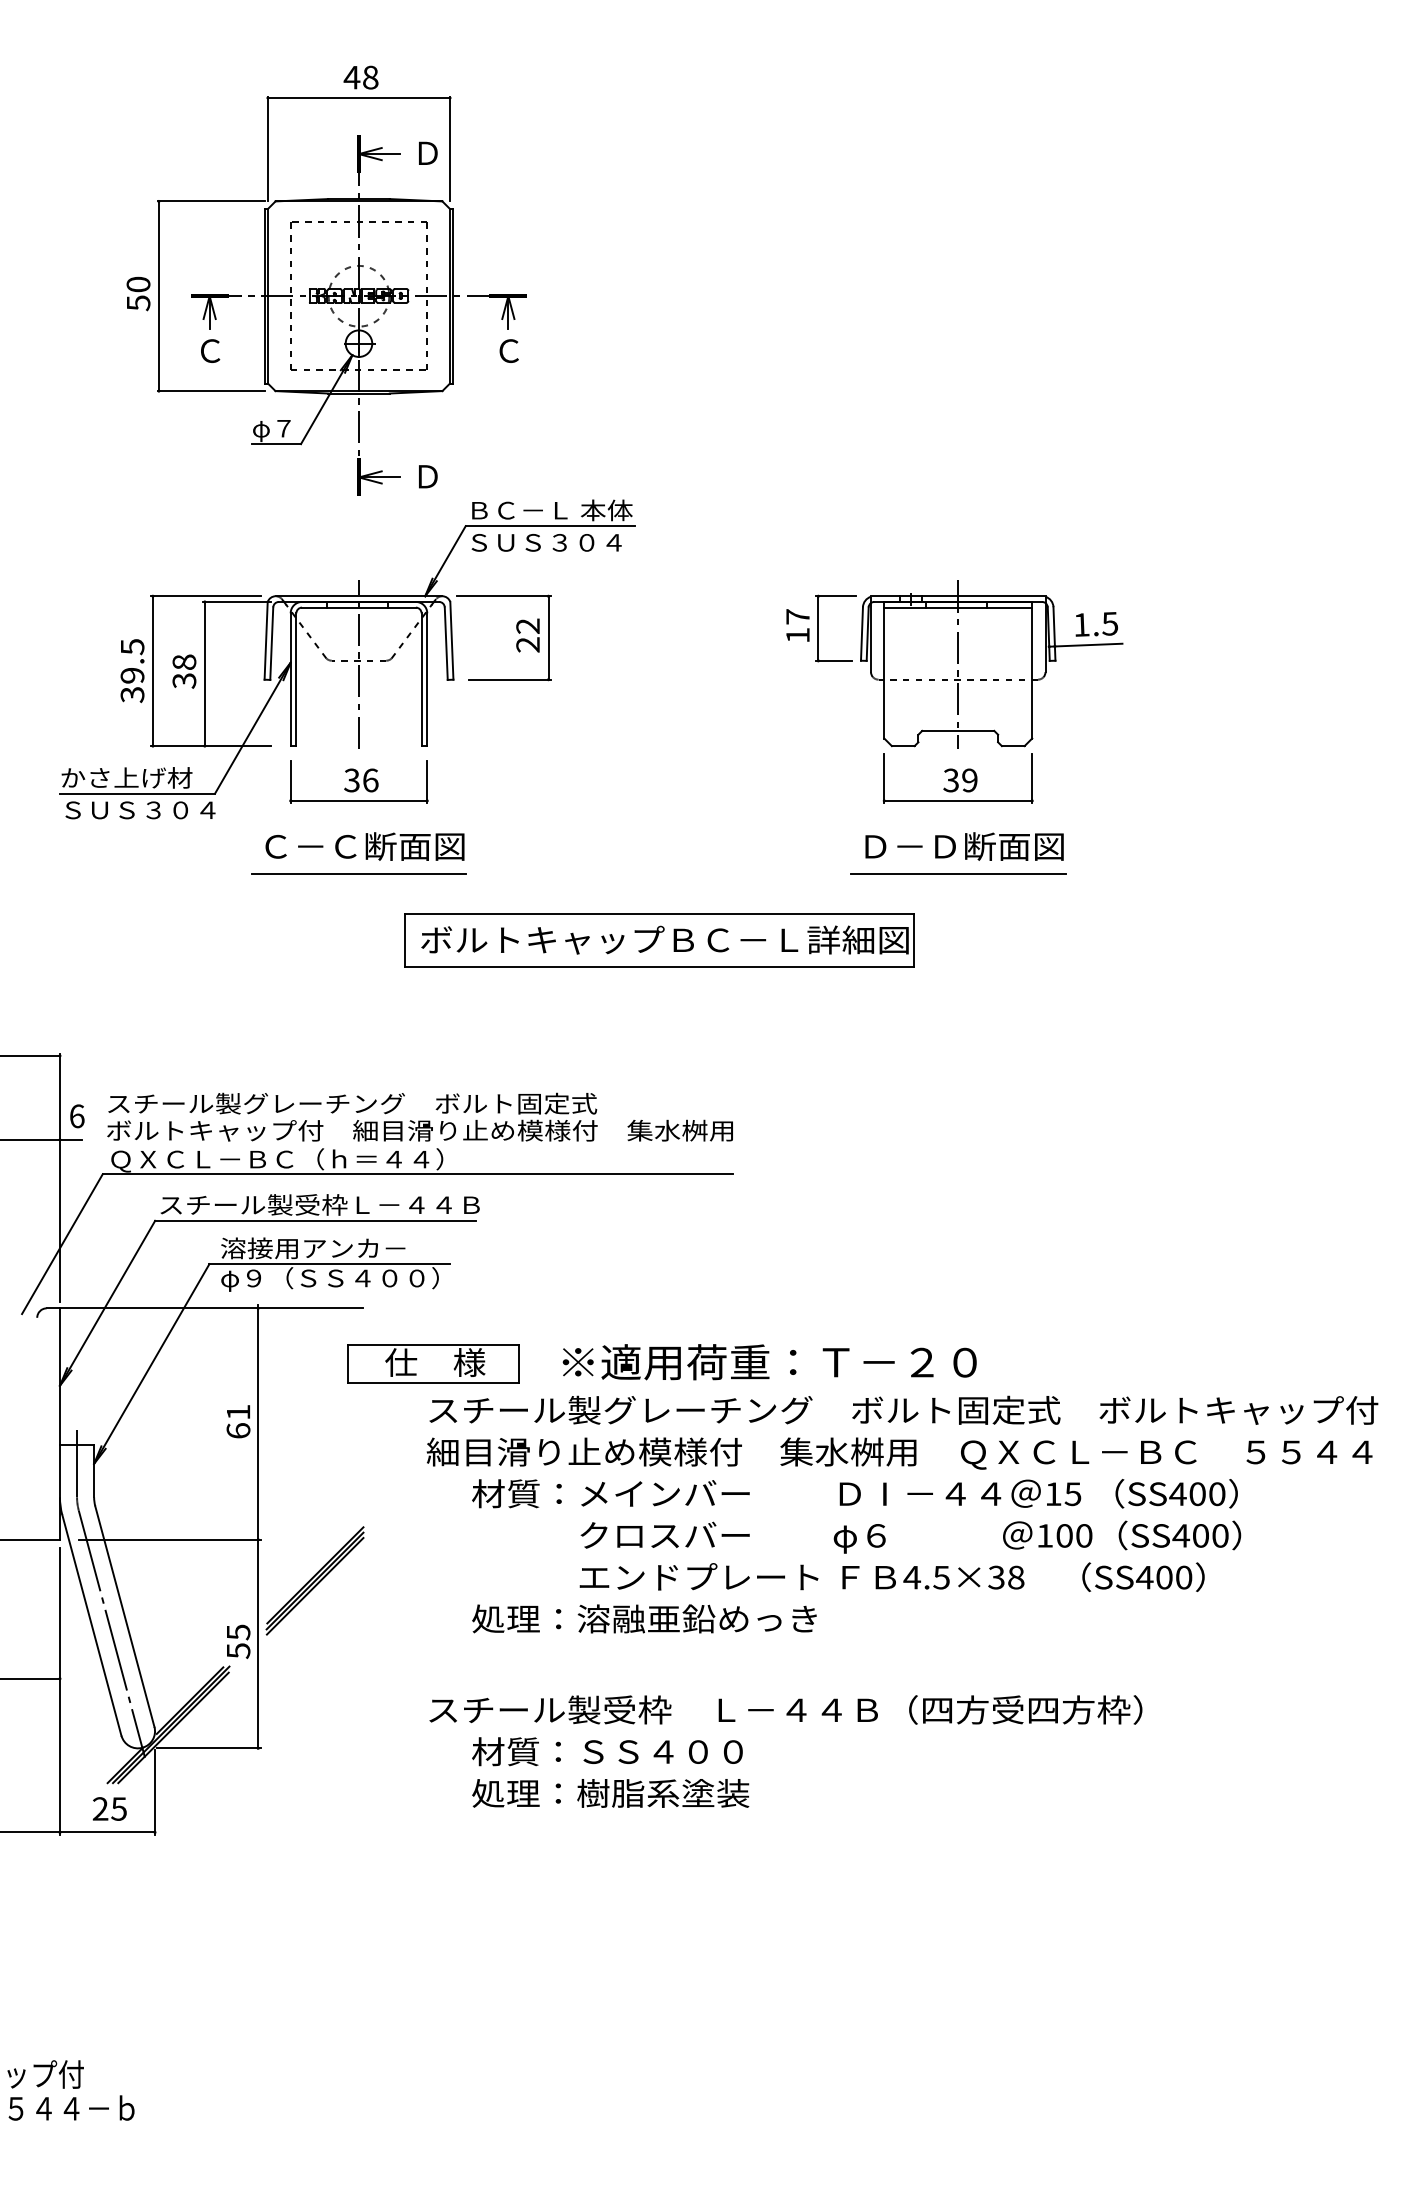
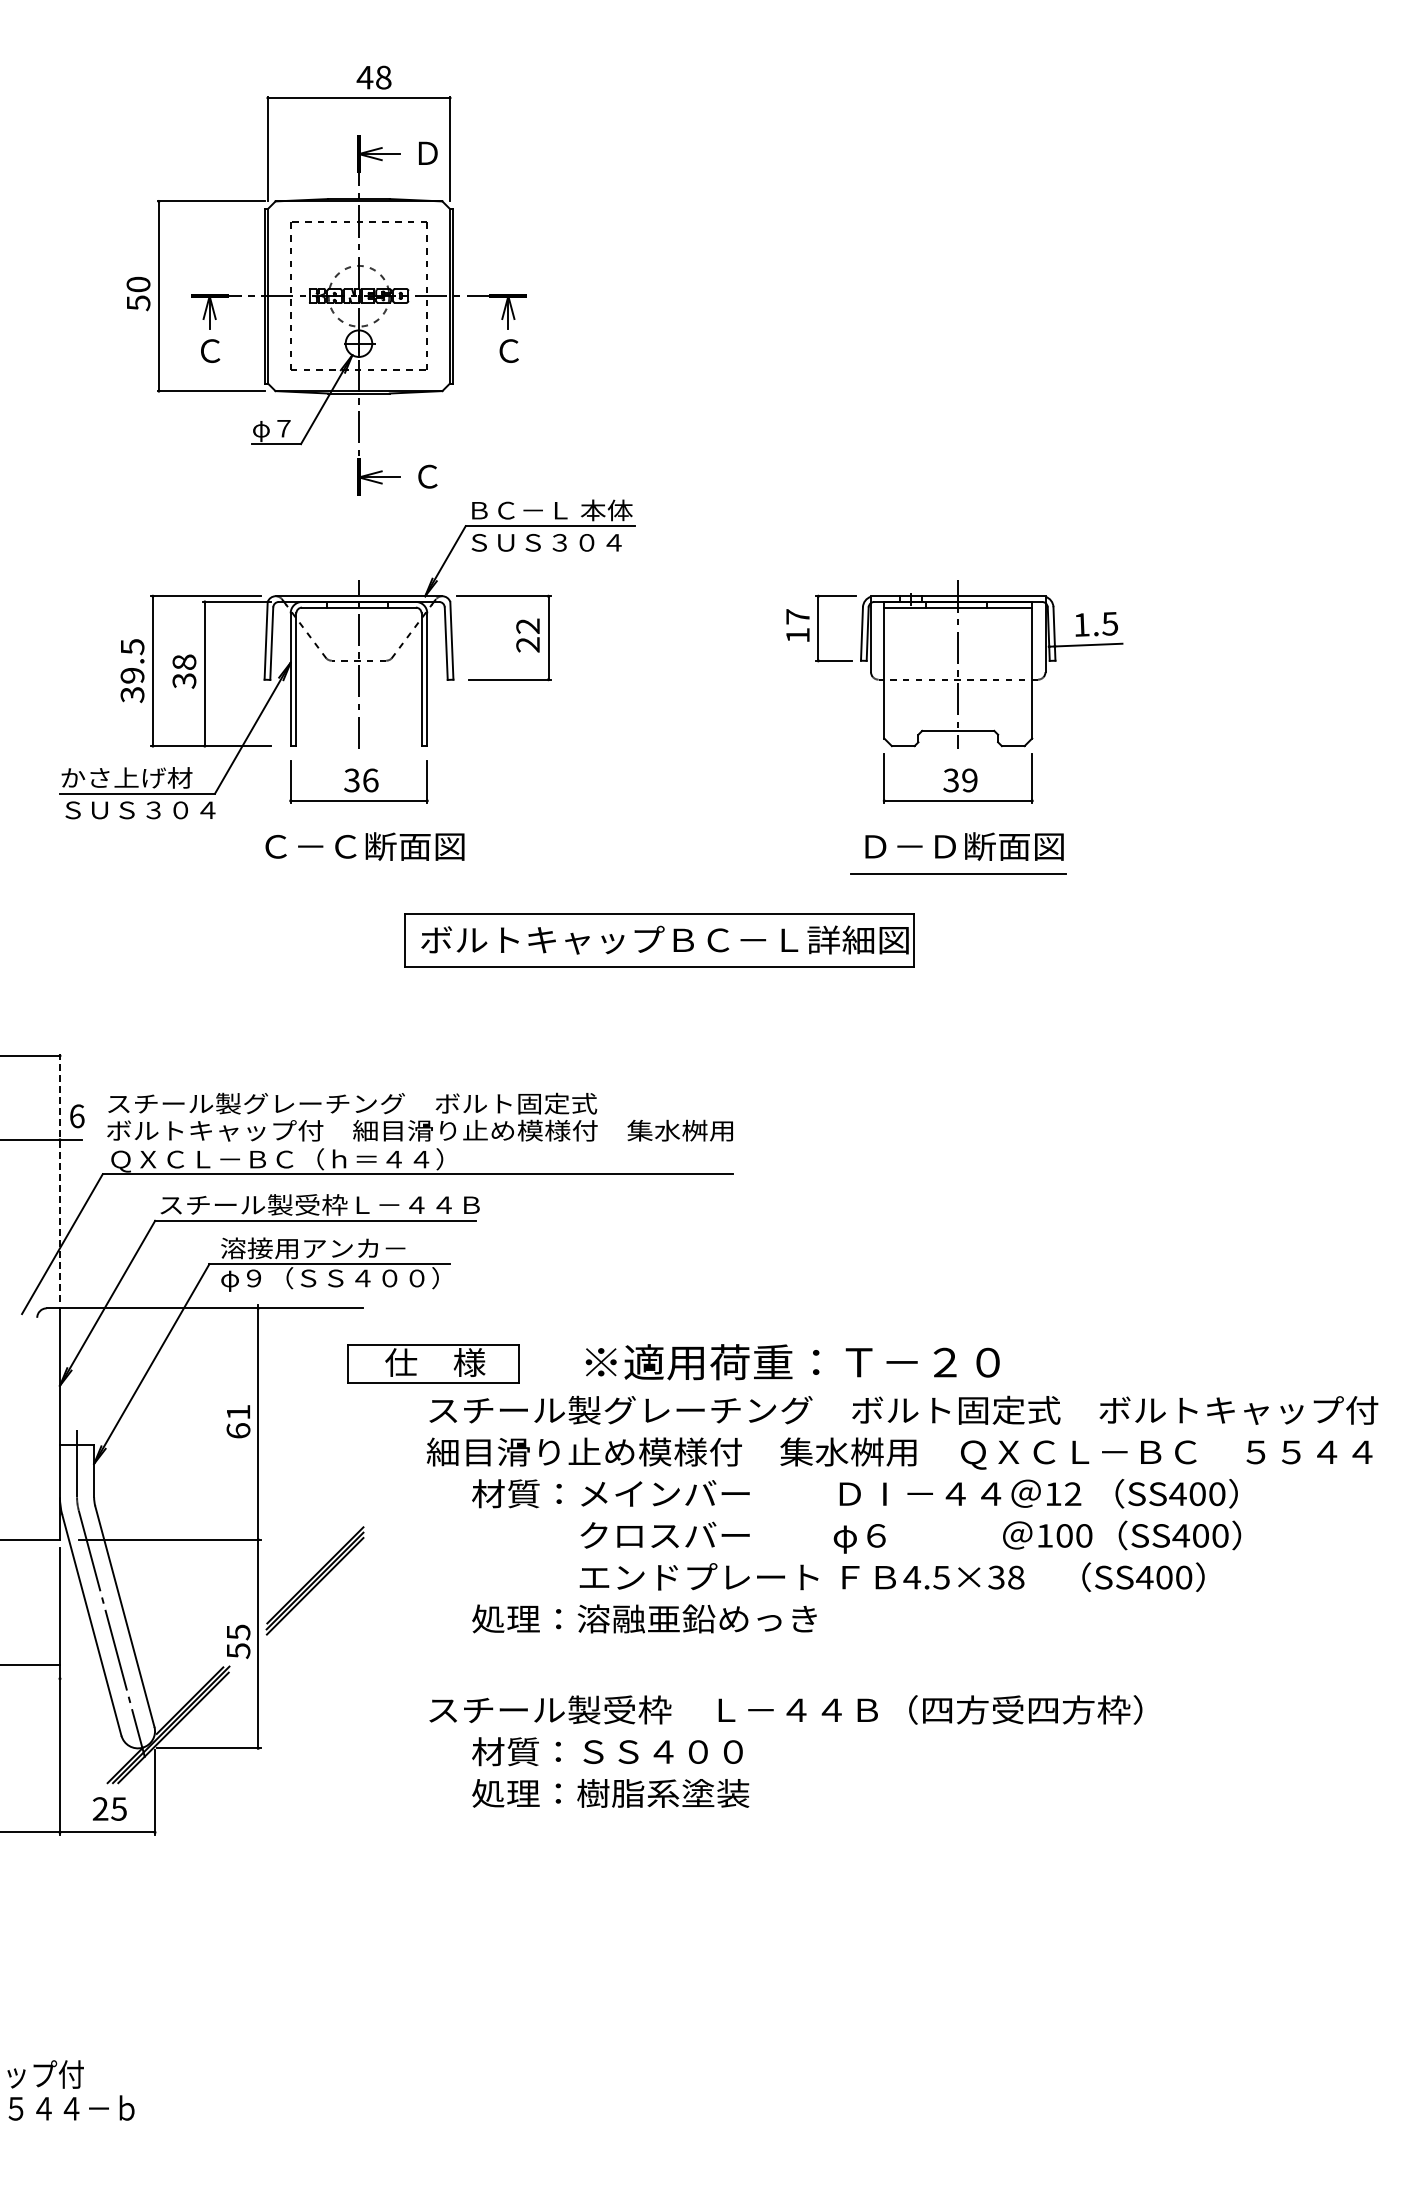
text at (360, 77) position: (360, 77) -> (373, 77)
text at (427, 476): Ｄ -> Ｃ
line at (358, 874): present -> none
line at (59, 1177): solid -> dashed
text at (769, 1362) position: (769, 1362) -> (792, 1362)
text at (1072, 1494): 15 -> 12
line at (30, 1678) position: (30, 1678) -> (30, 1664)
